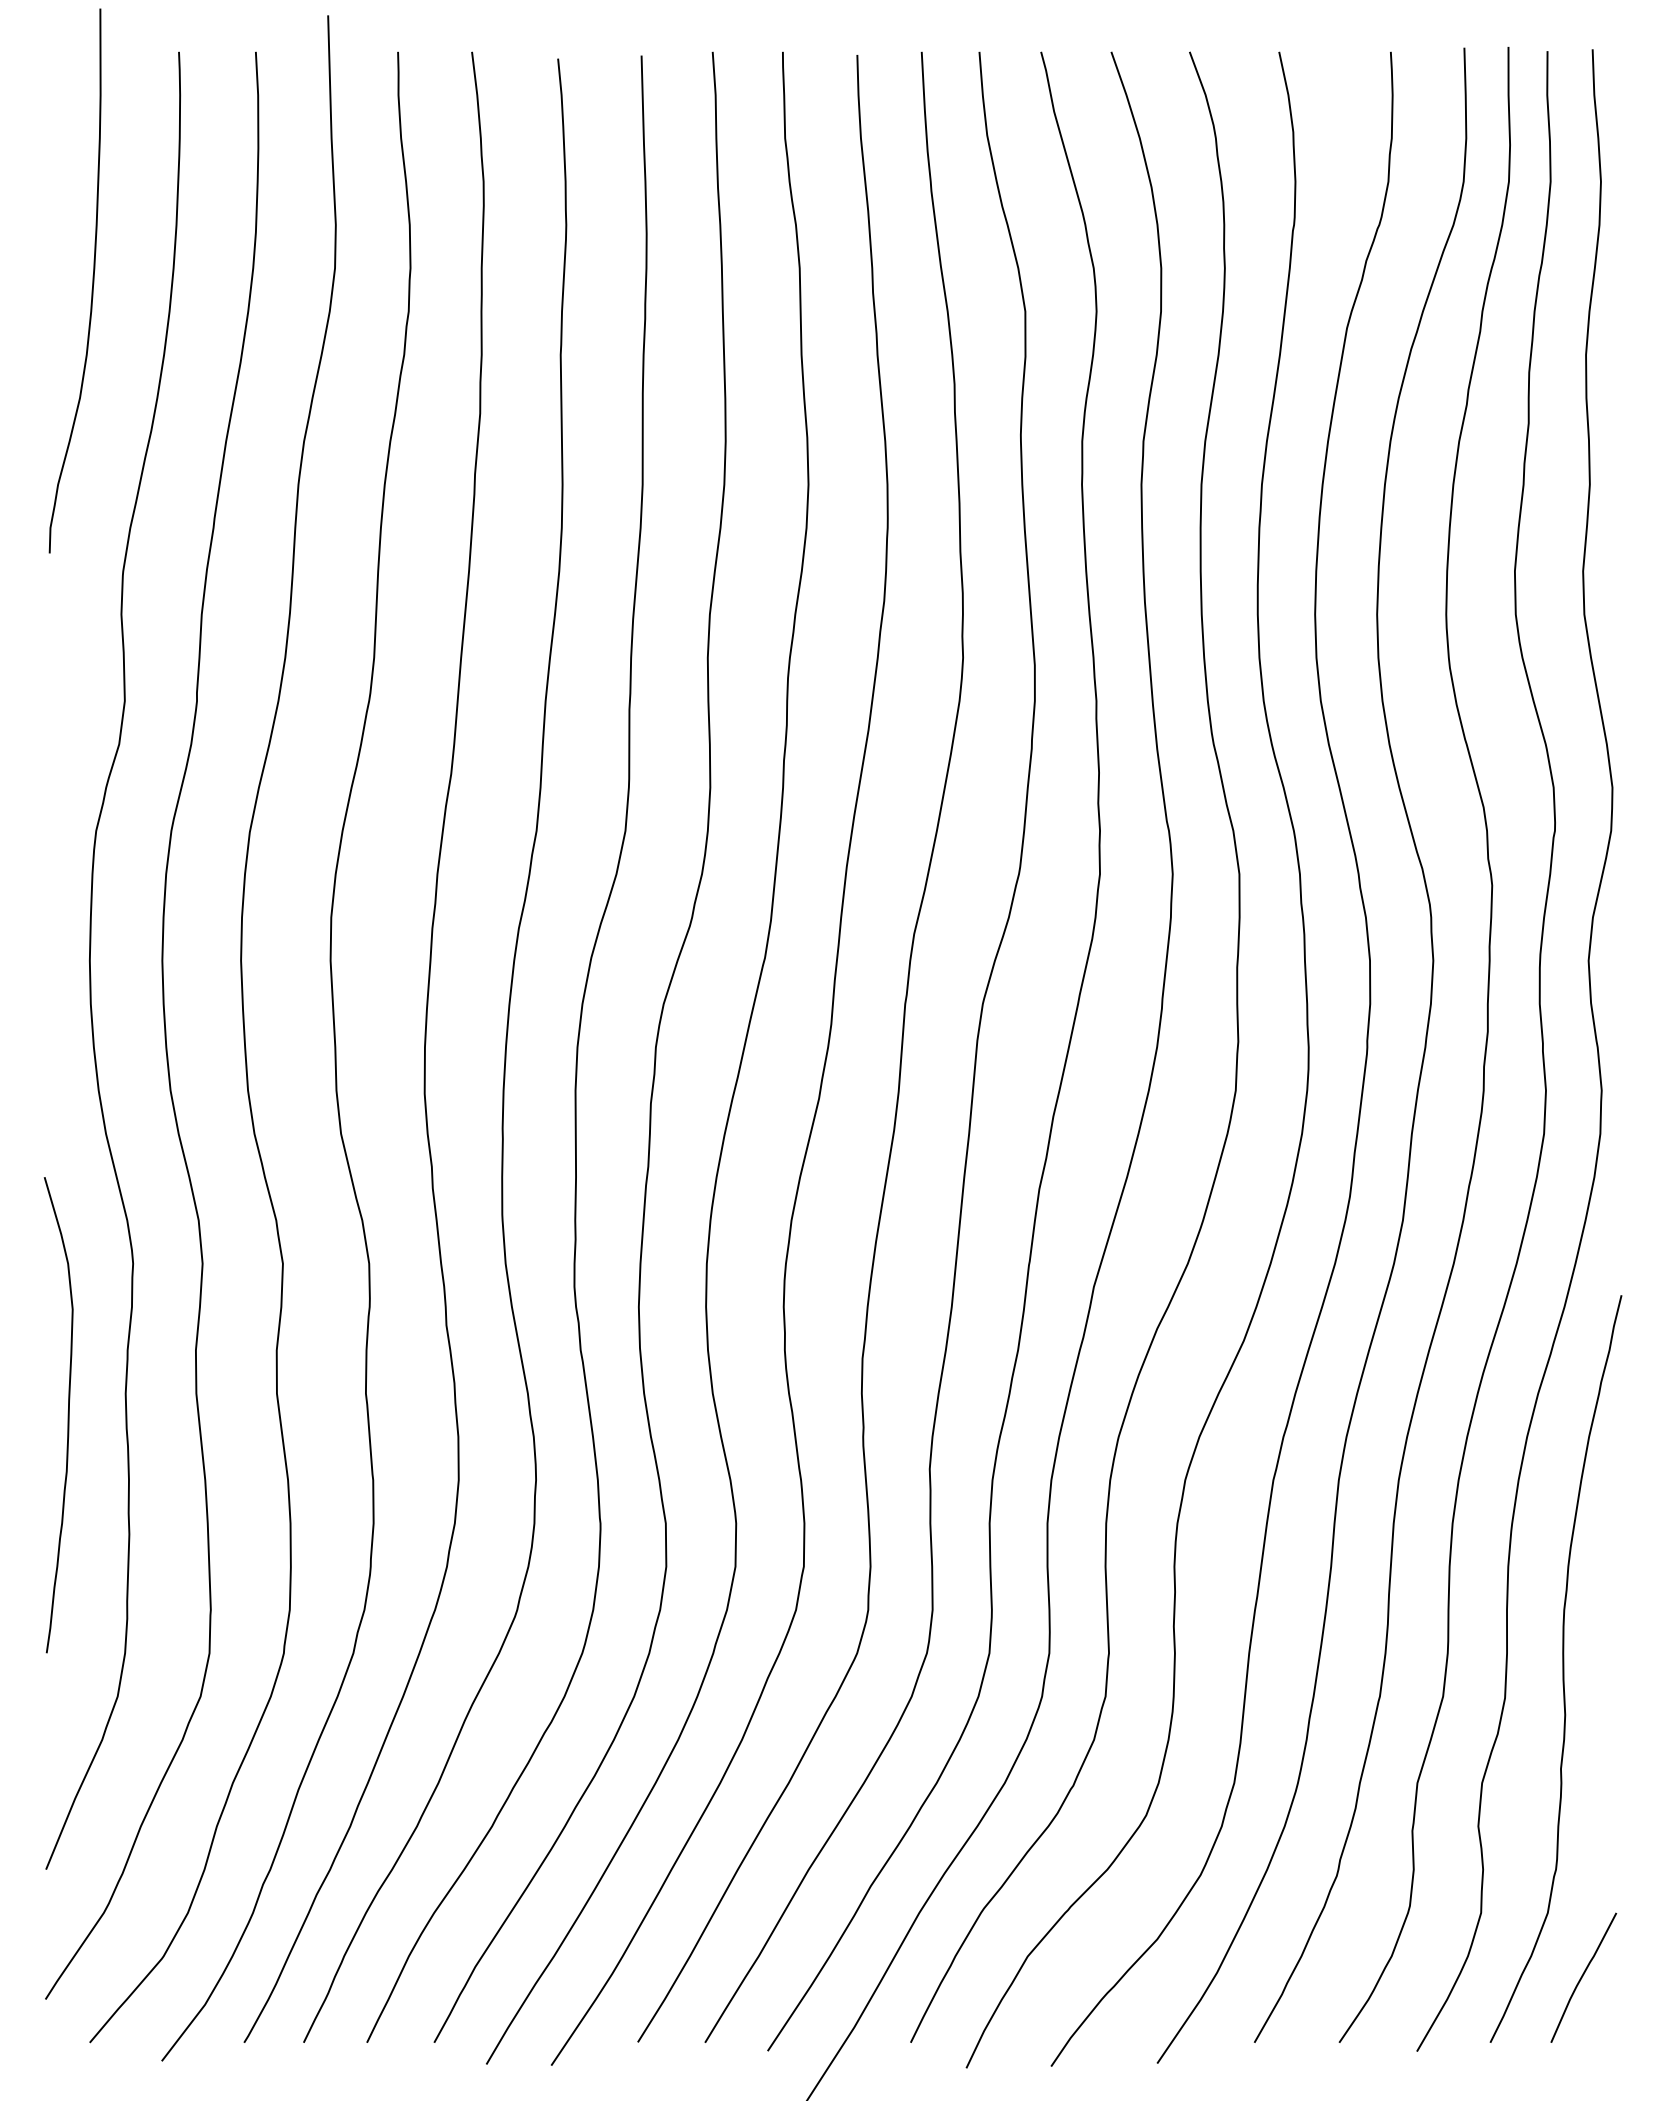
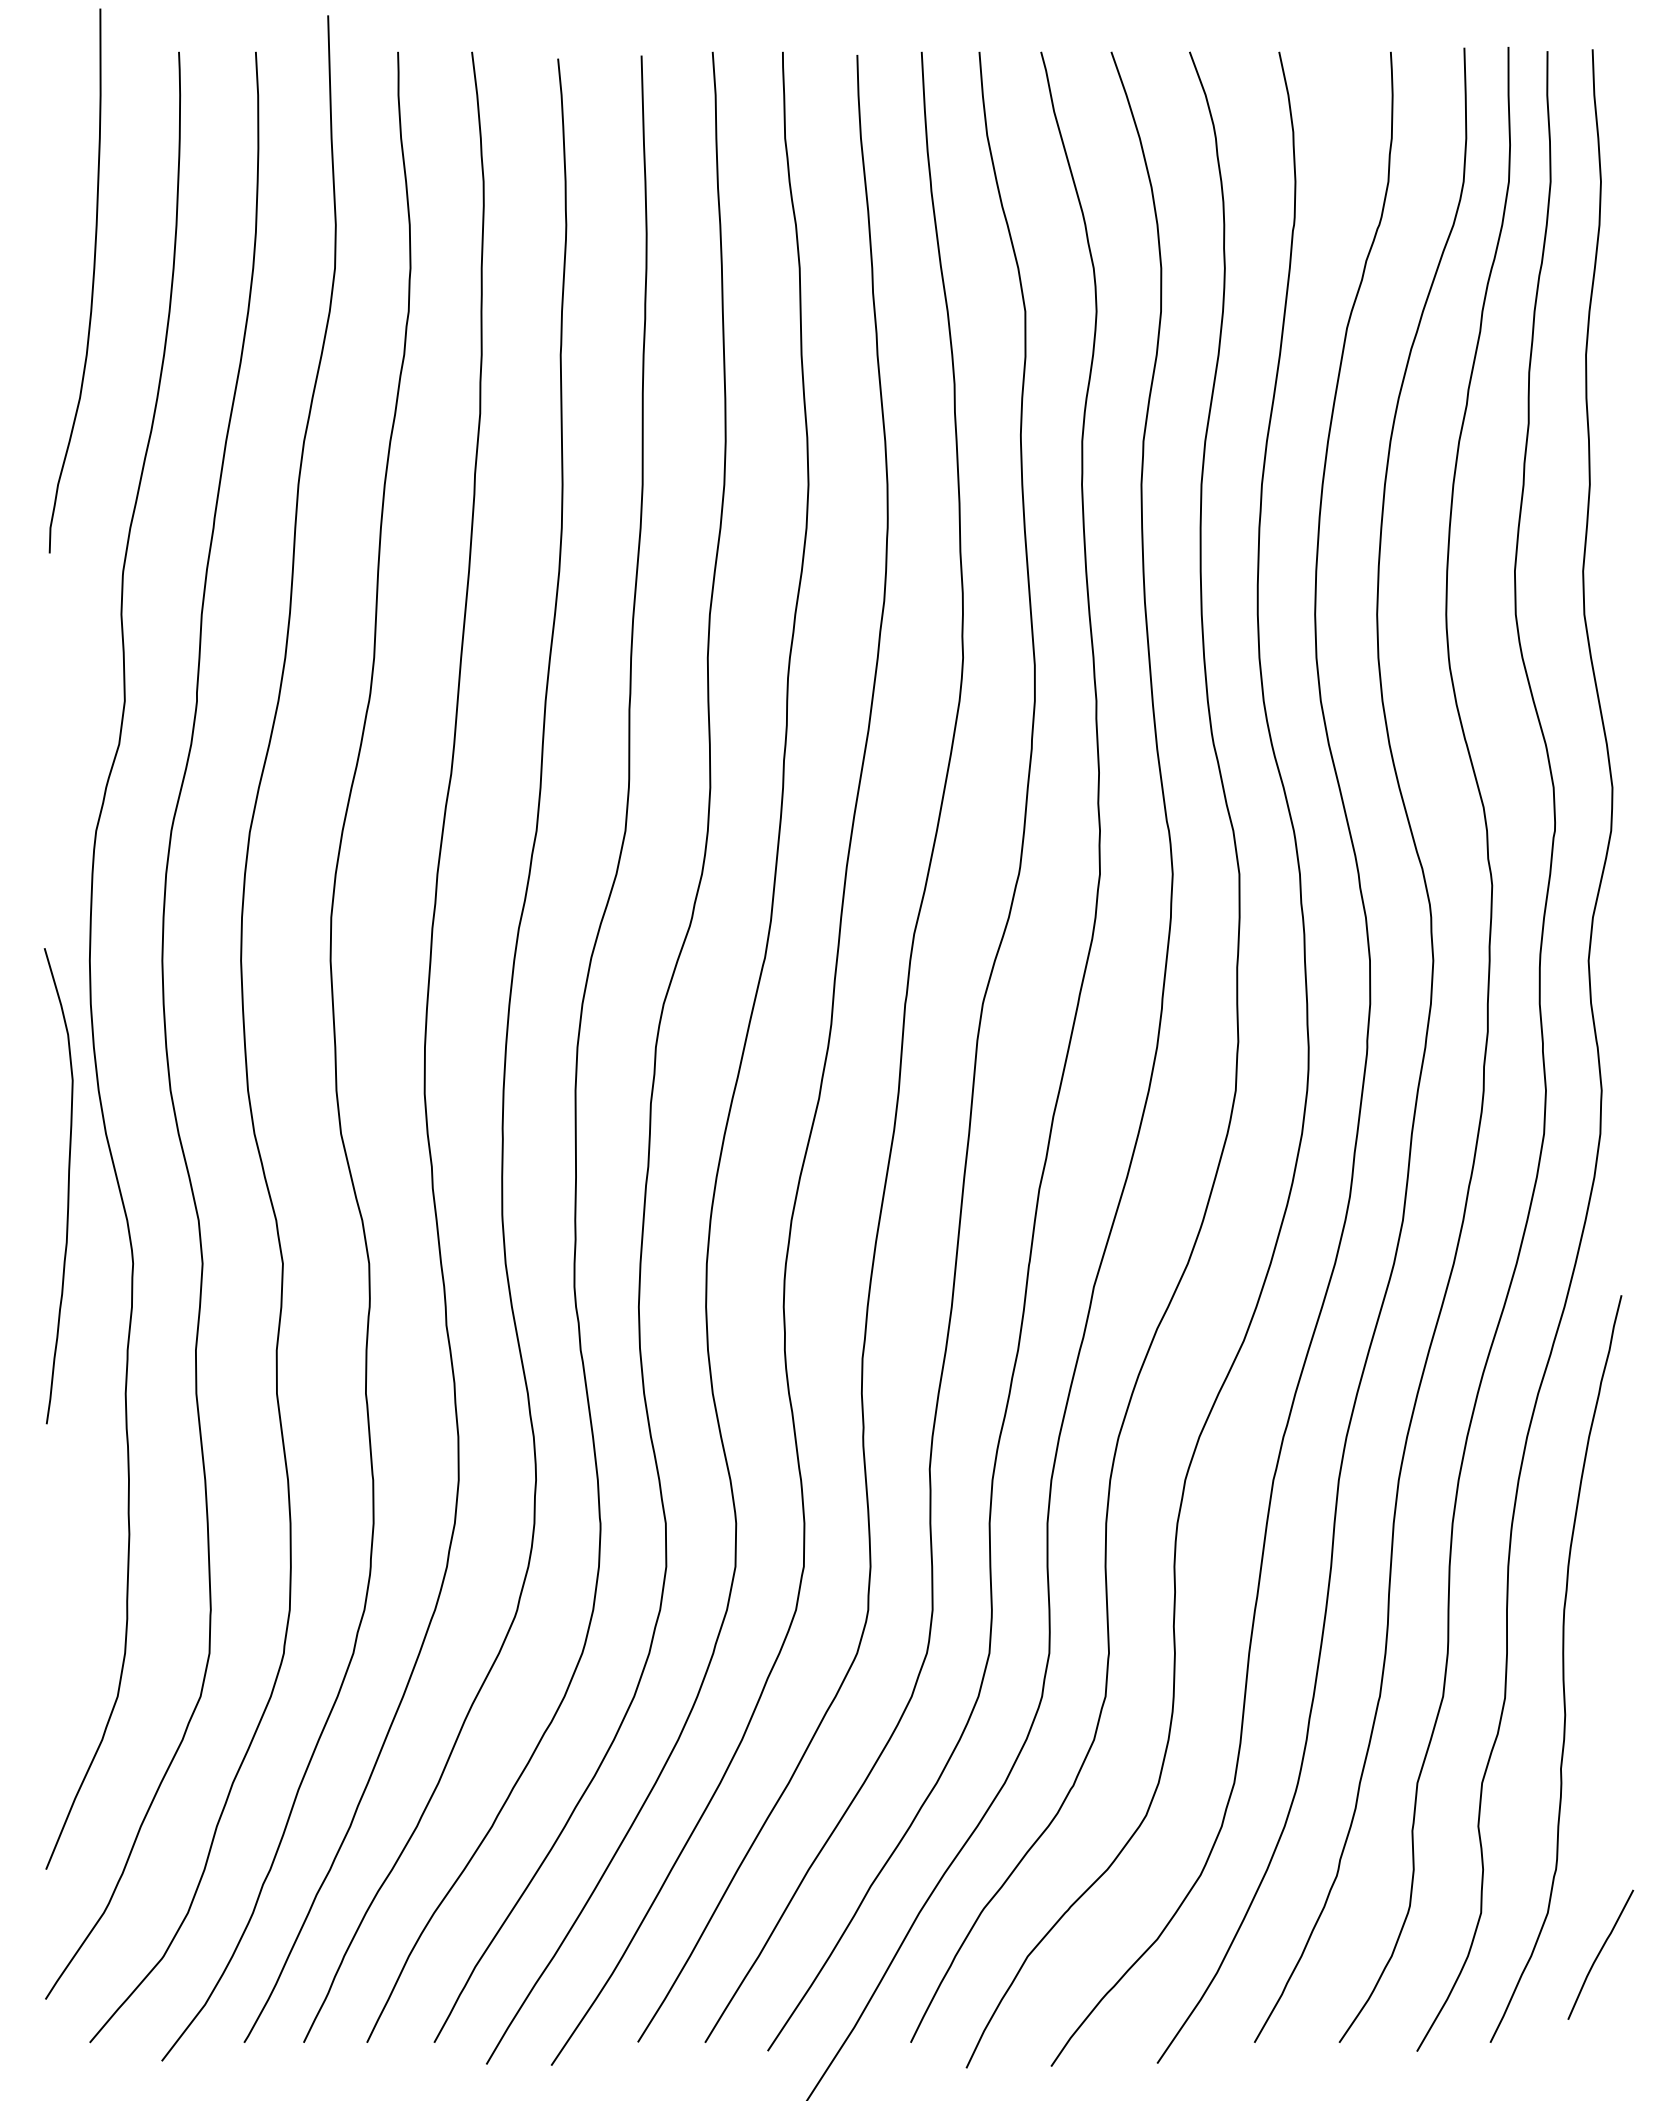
curve at (67, 1415) position: (67, 1415) -> (67, 1186)
curve at (1583, 1976) position: (1583, 1976) -> (1600, 1953)
